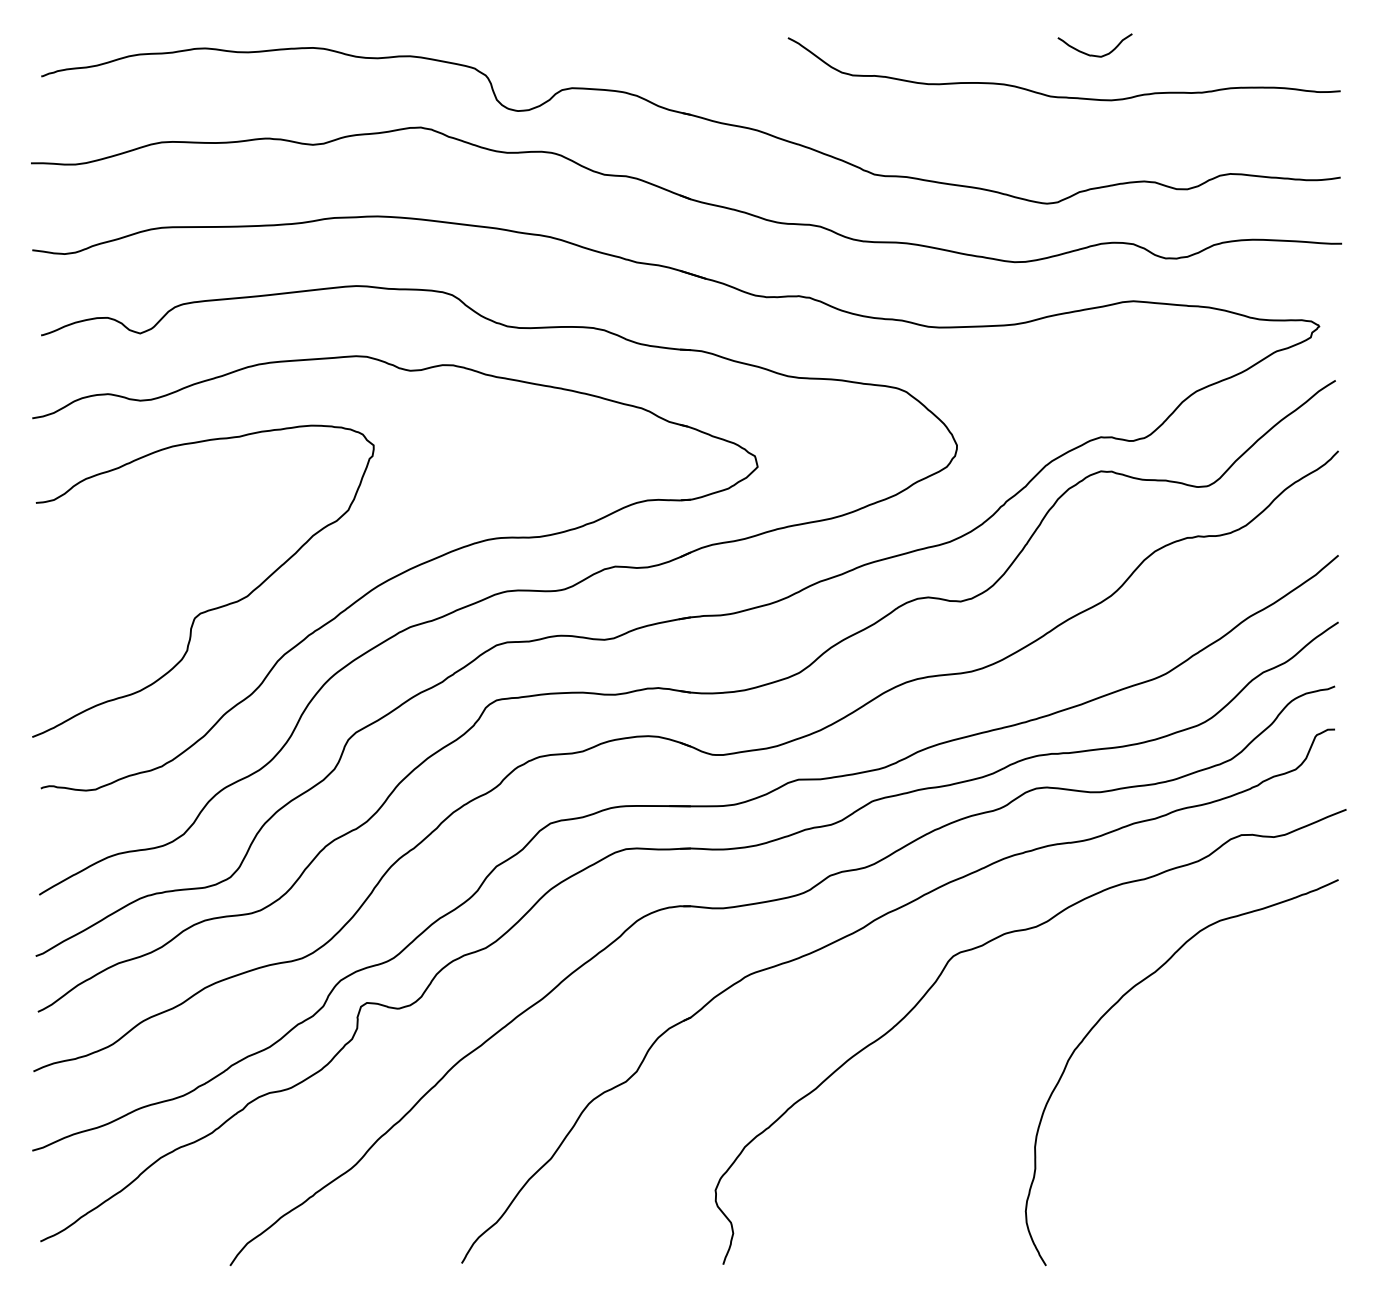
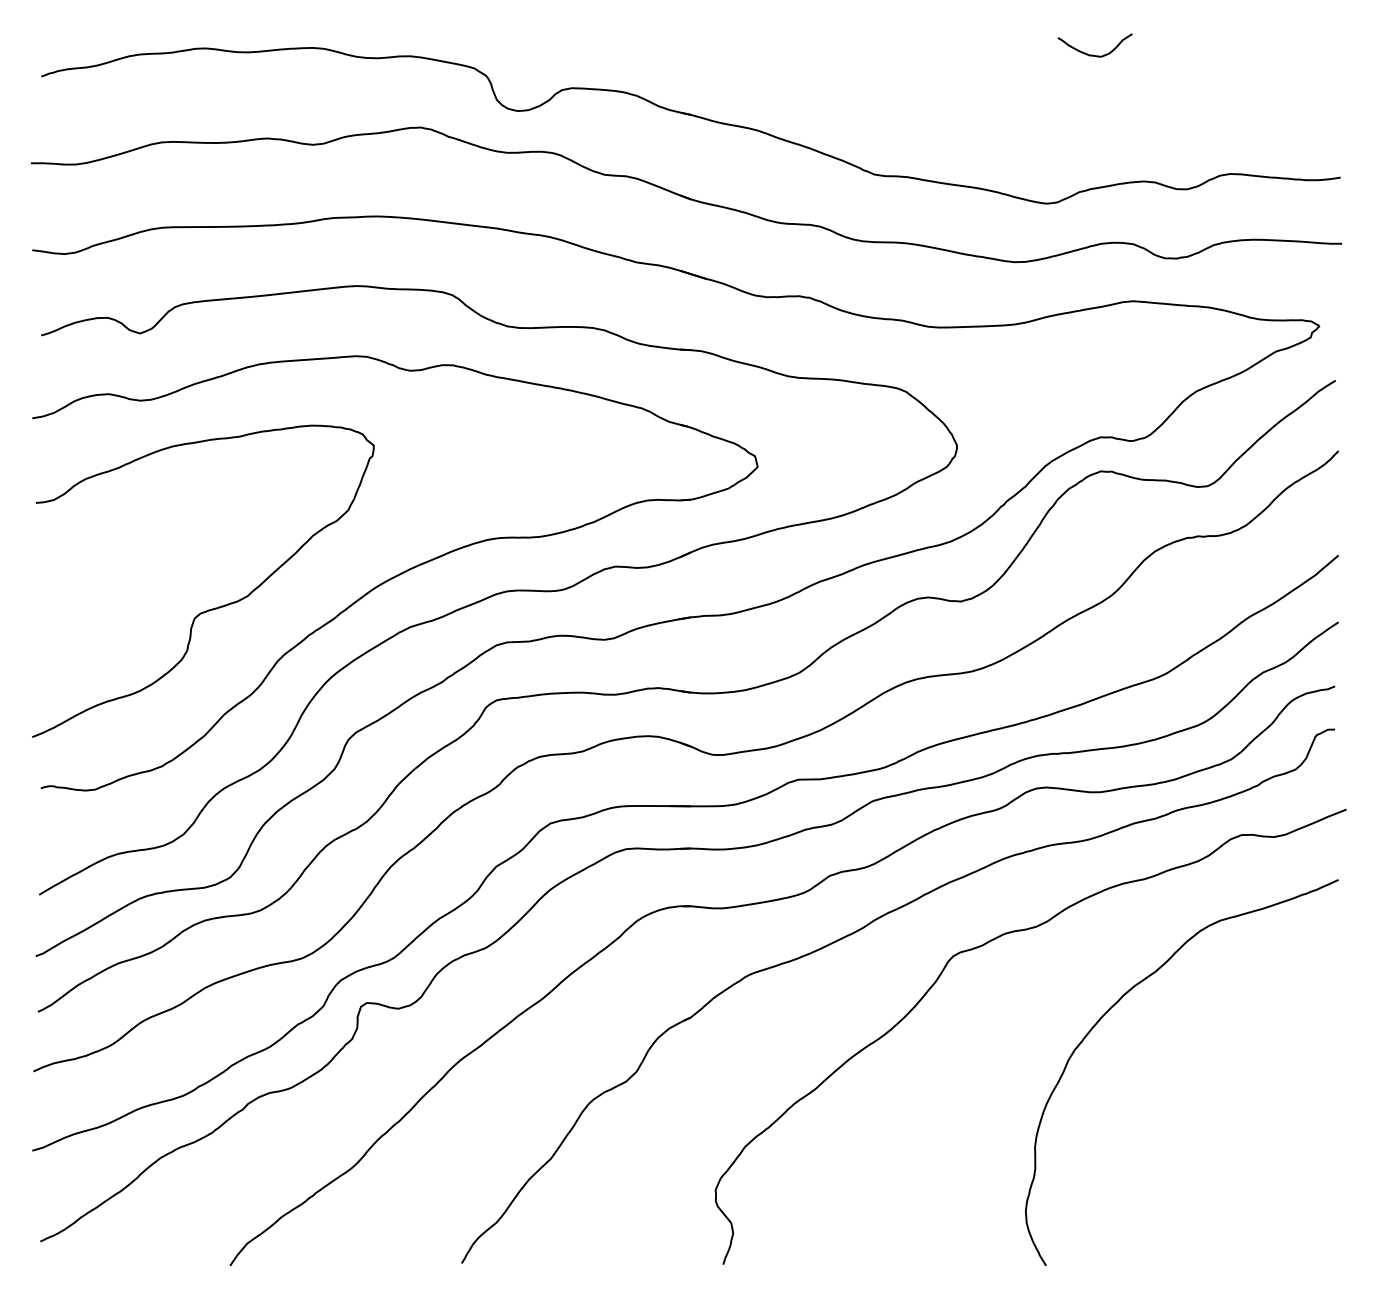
curve at (1063, 96): present -> none
